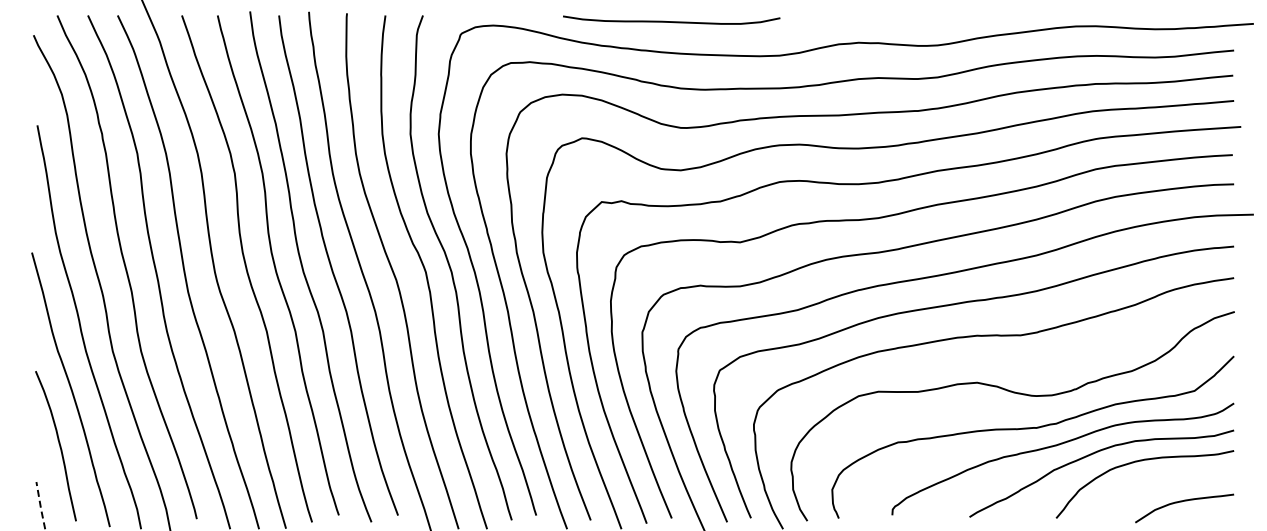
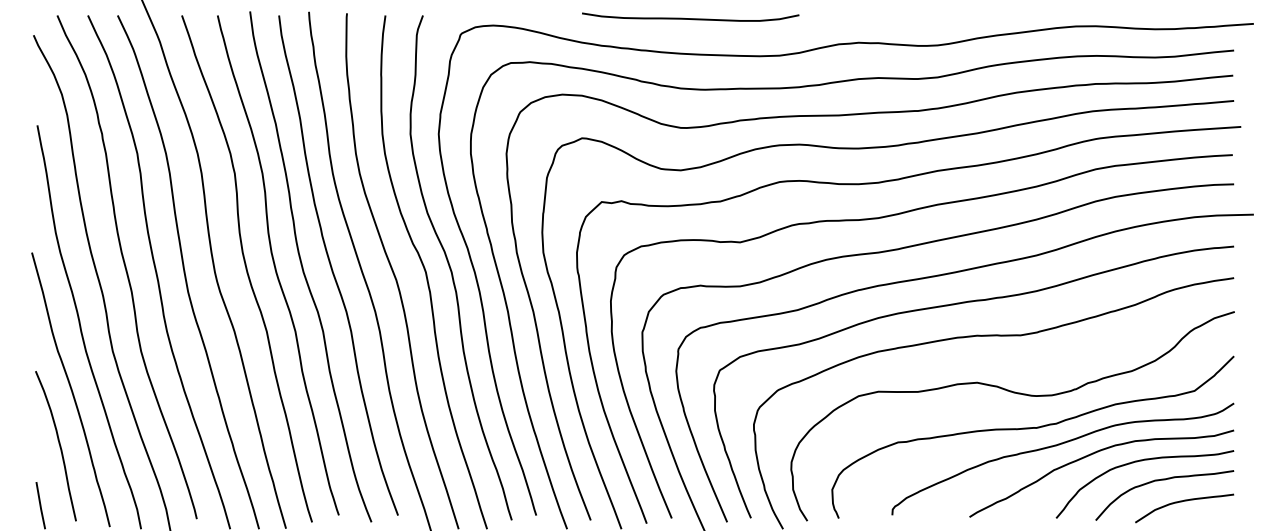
curve at (671, 21) position: (671, 21) -> (690, 18)
curve at (1164, 480): none -> present
line at (40, 506): dashed -> solid
